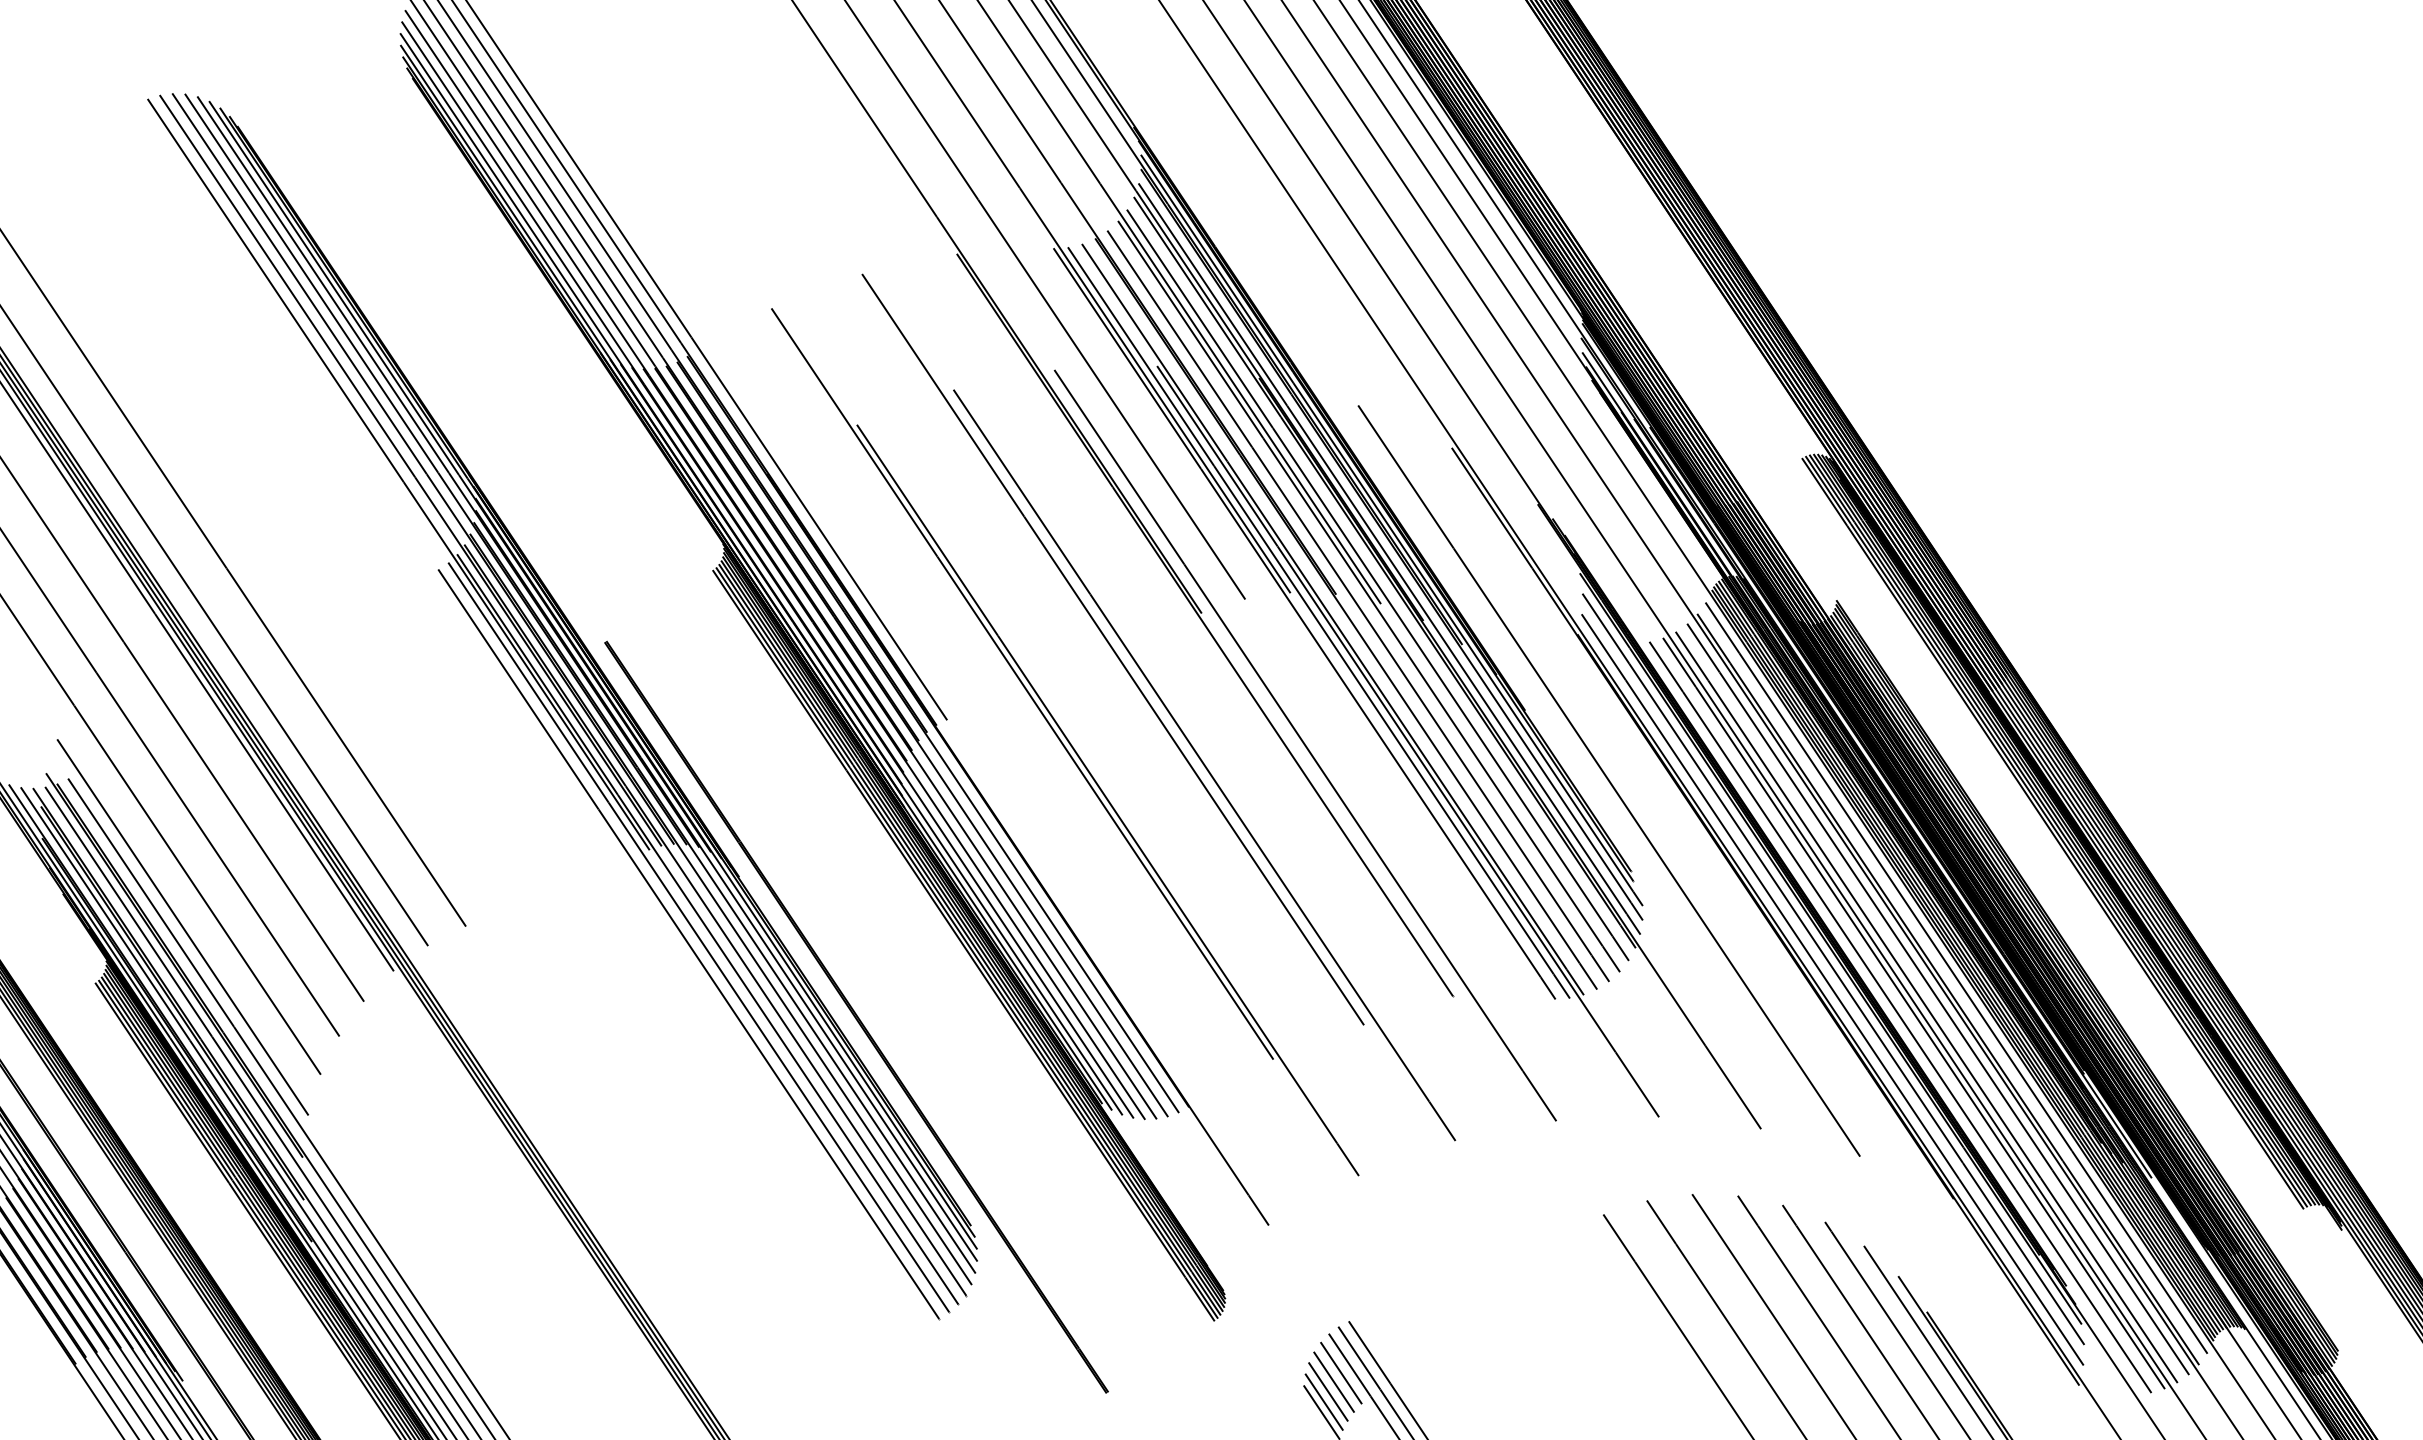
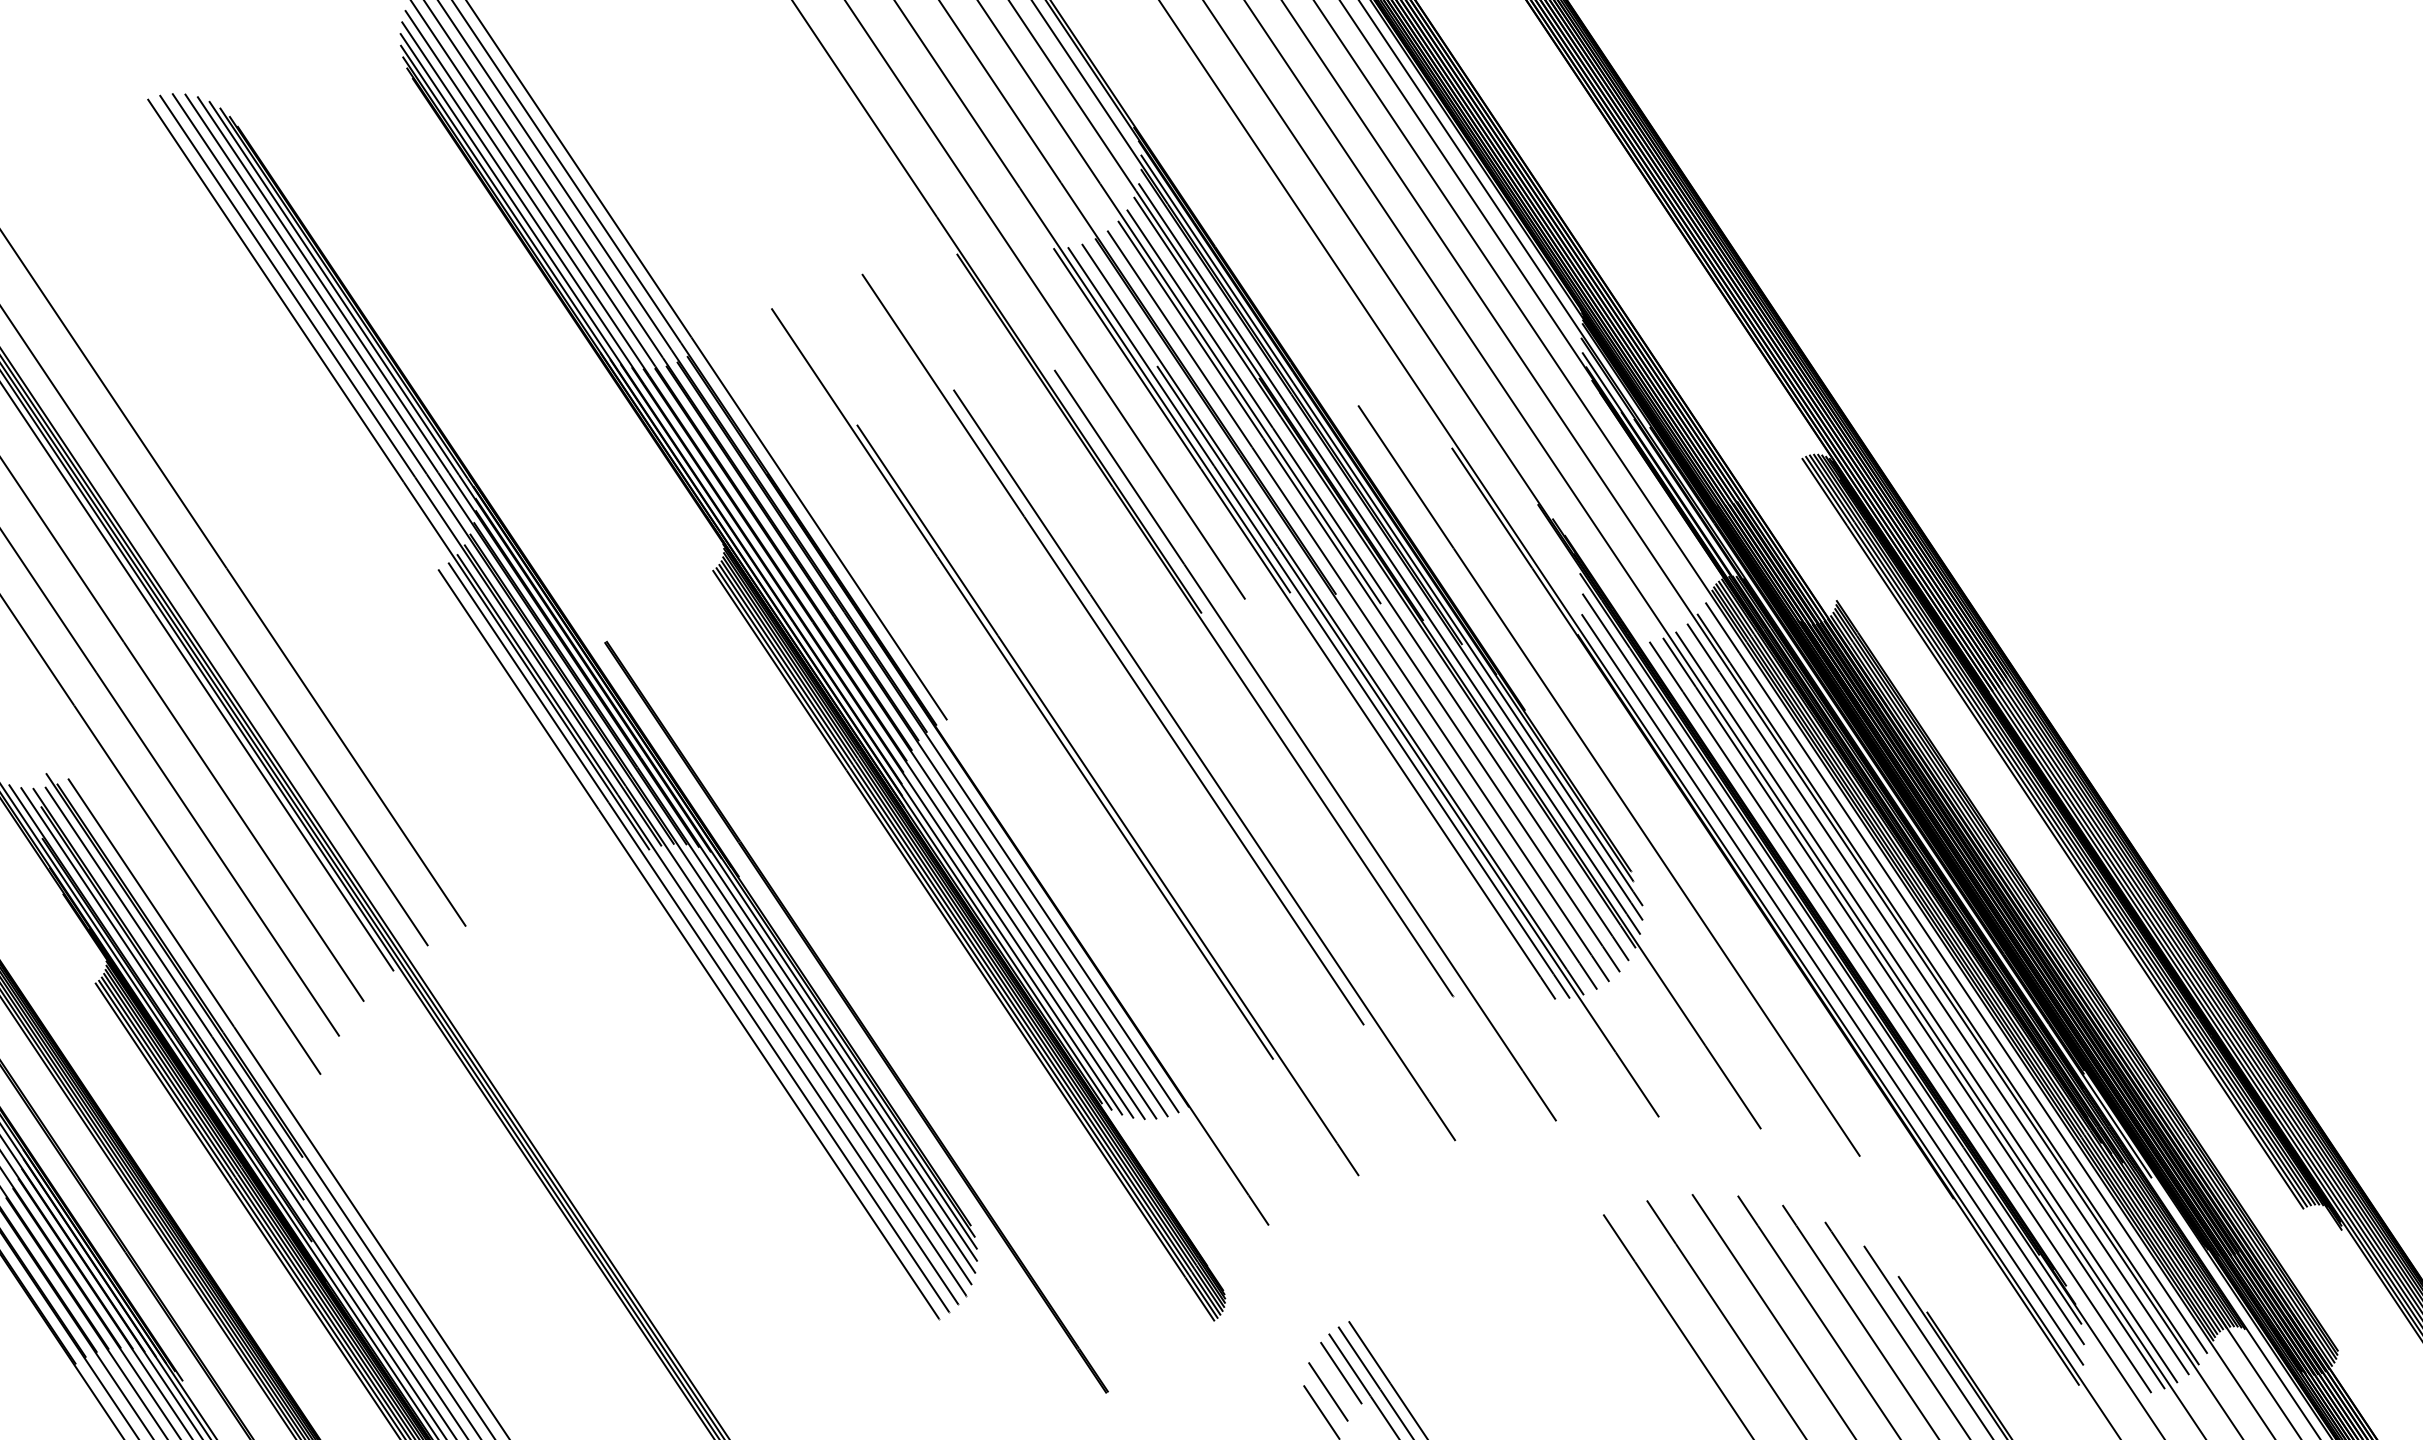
line at (182, 927): present -> none
line at (1333, 1381): present -> none
line at (1324, 1401): present -> none
